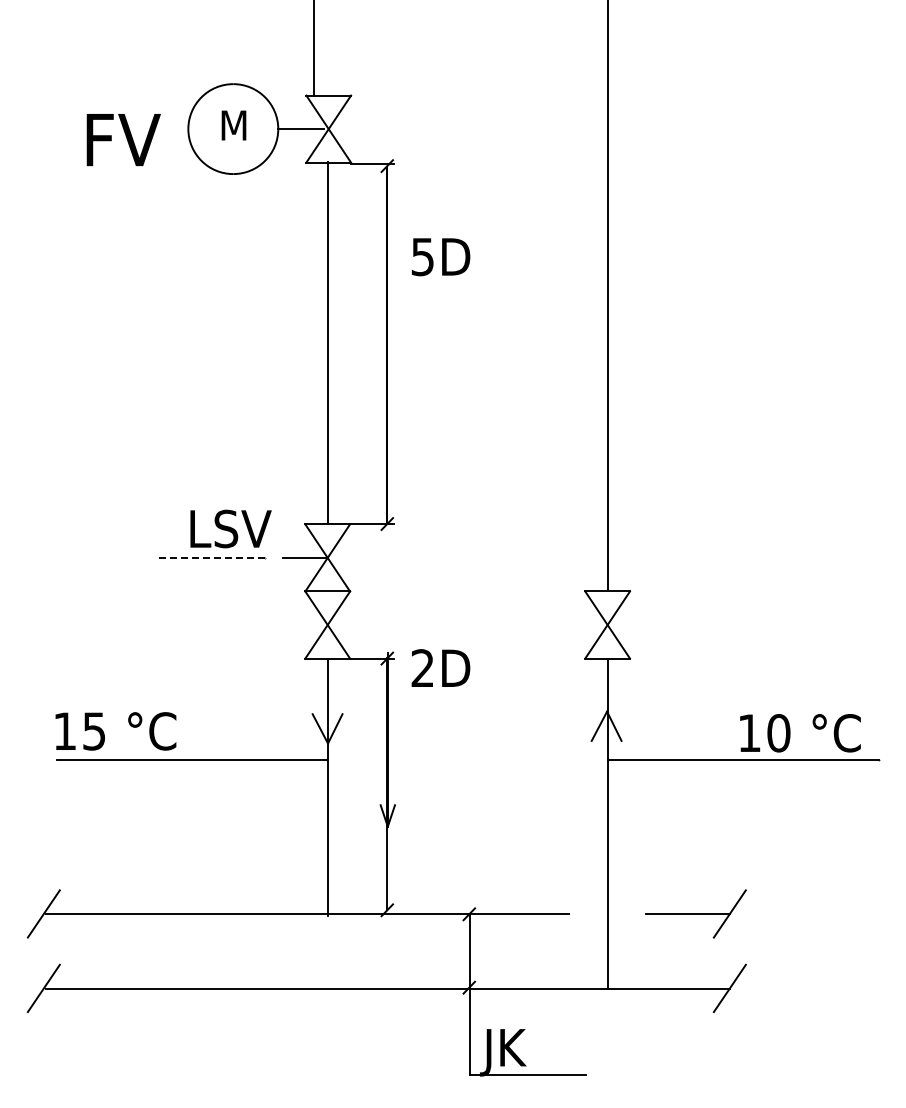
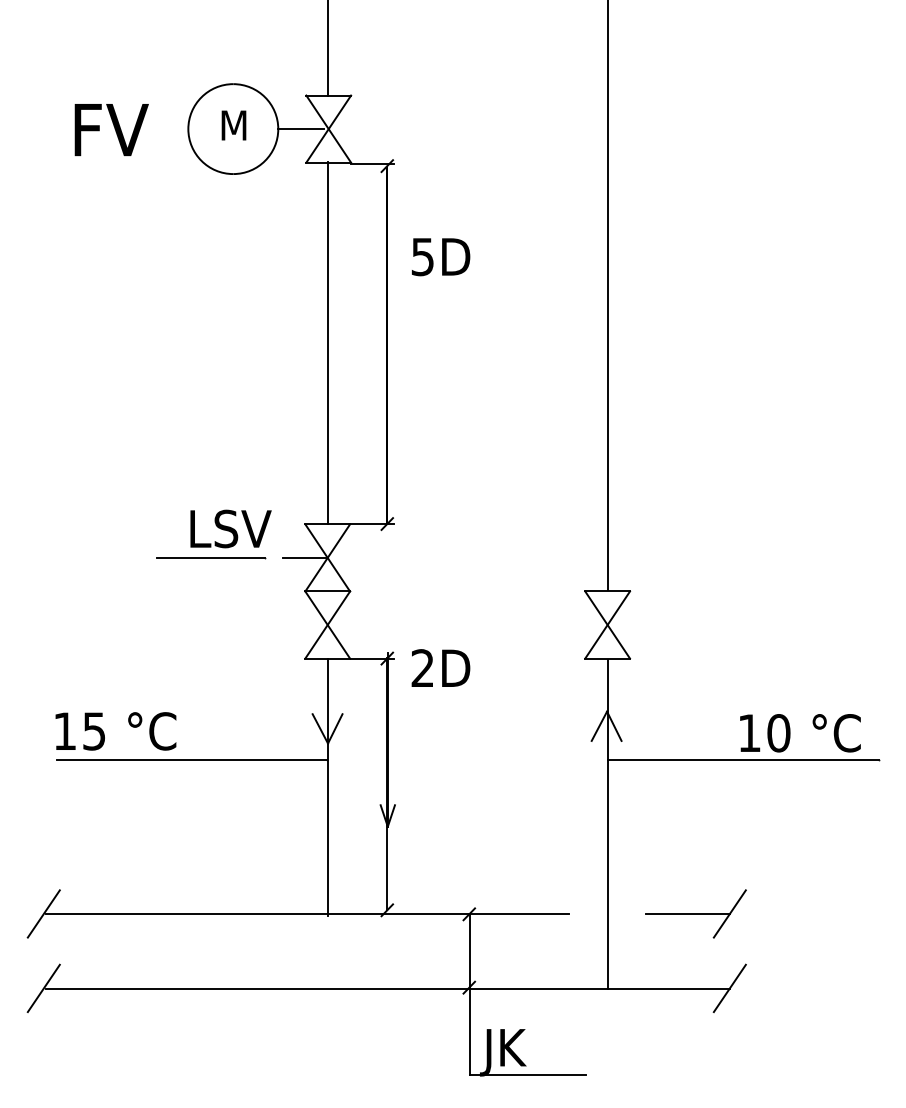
line at (314, 48) position: (314, 48) -> (328, 48)
text at (123, 140) position: (123, 140) -> (111, 130)
line at (210, 558): dashed -> solid
